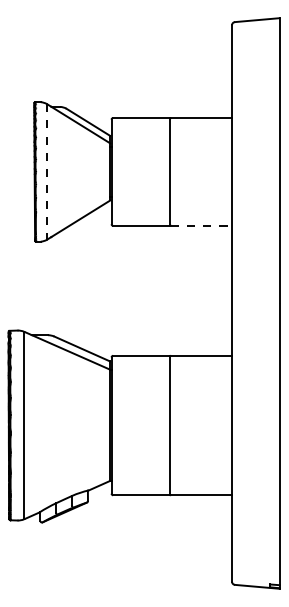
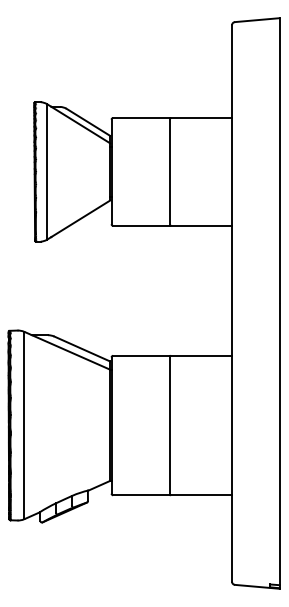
line at (47, 171): dashed -> solid
line at (202, 225): dashed -> solid
